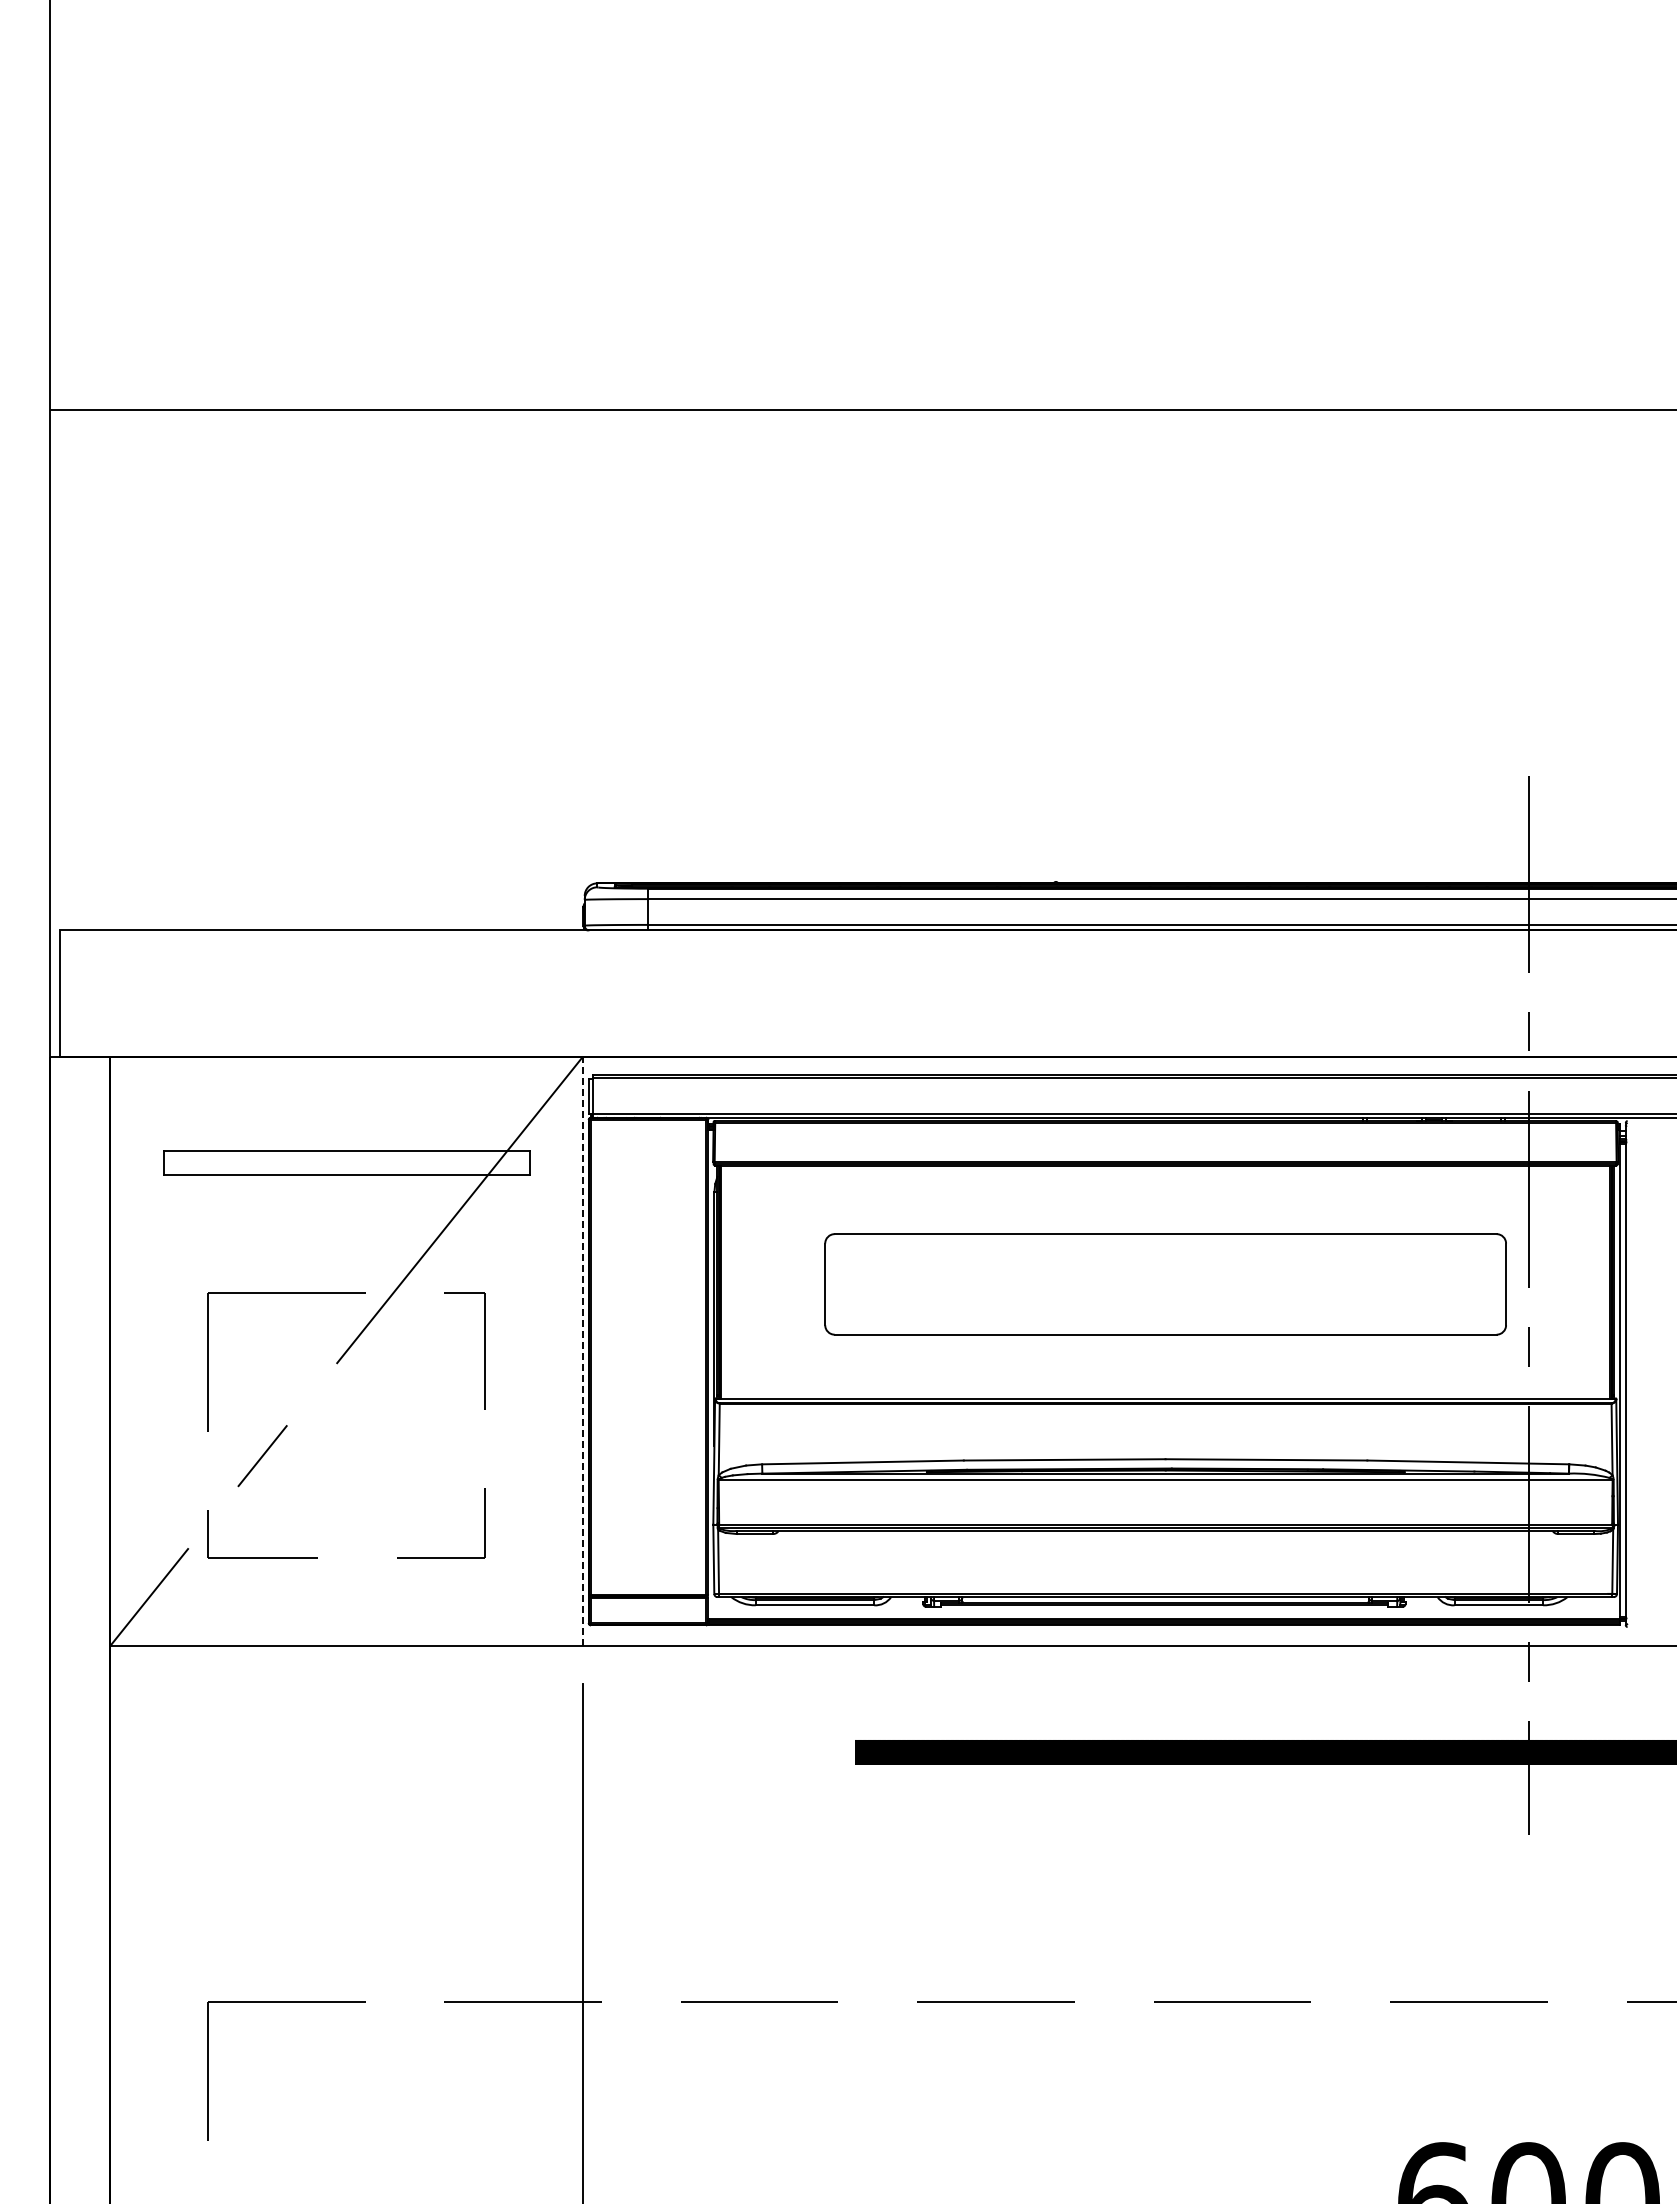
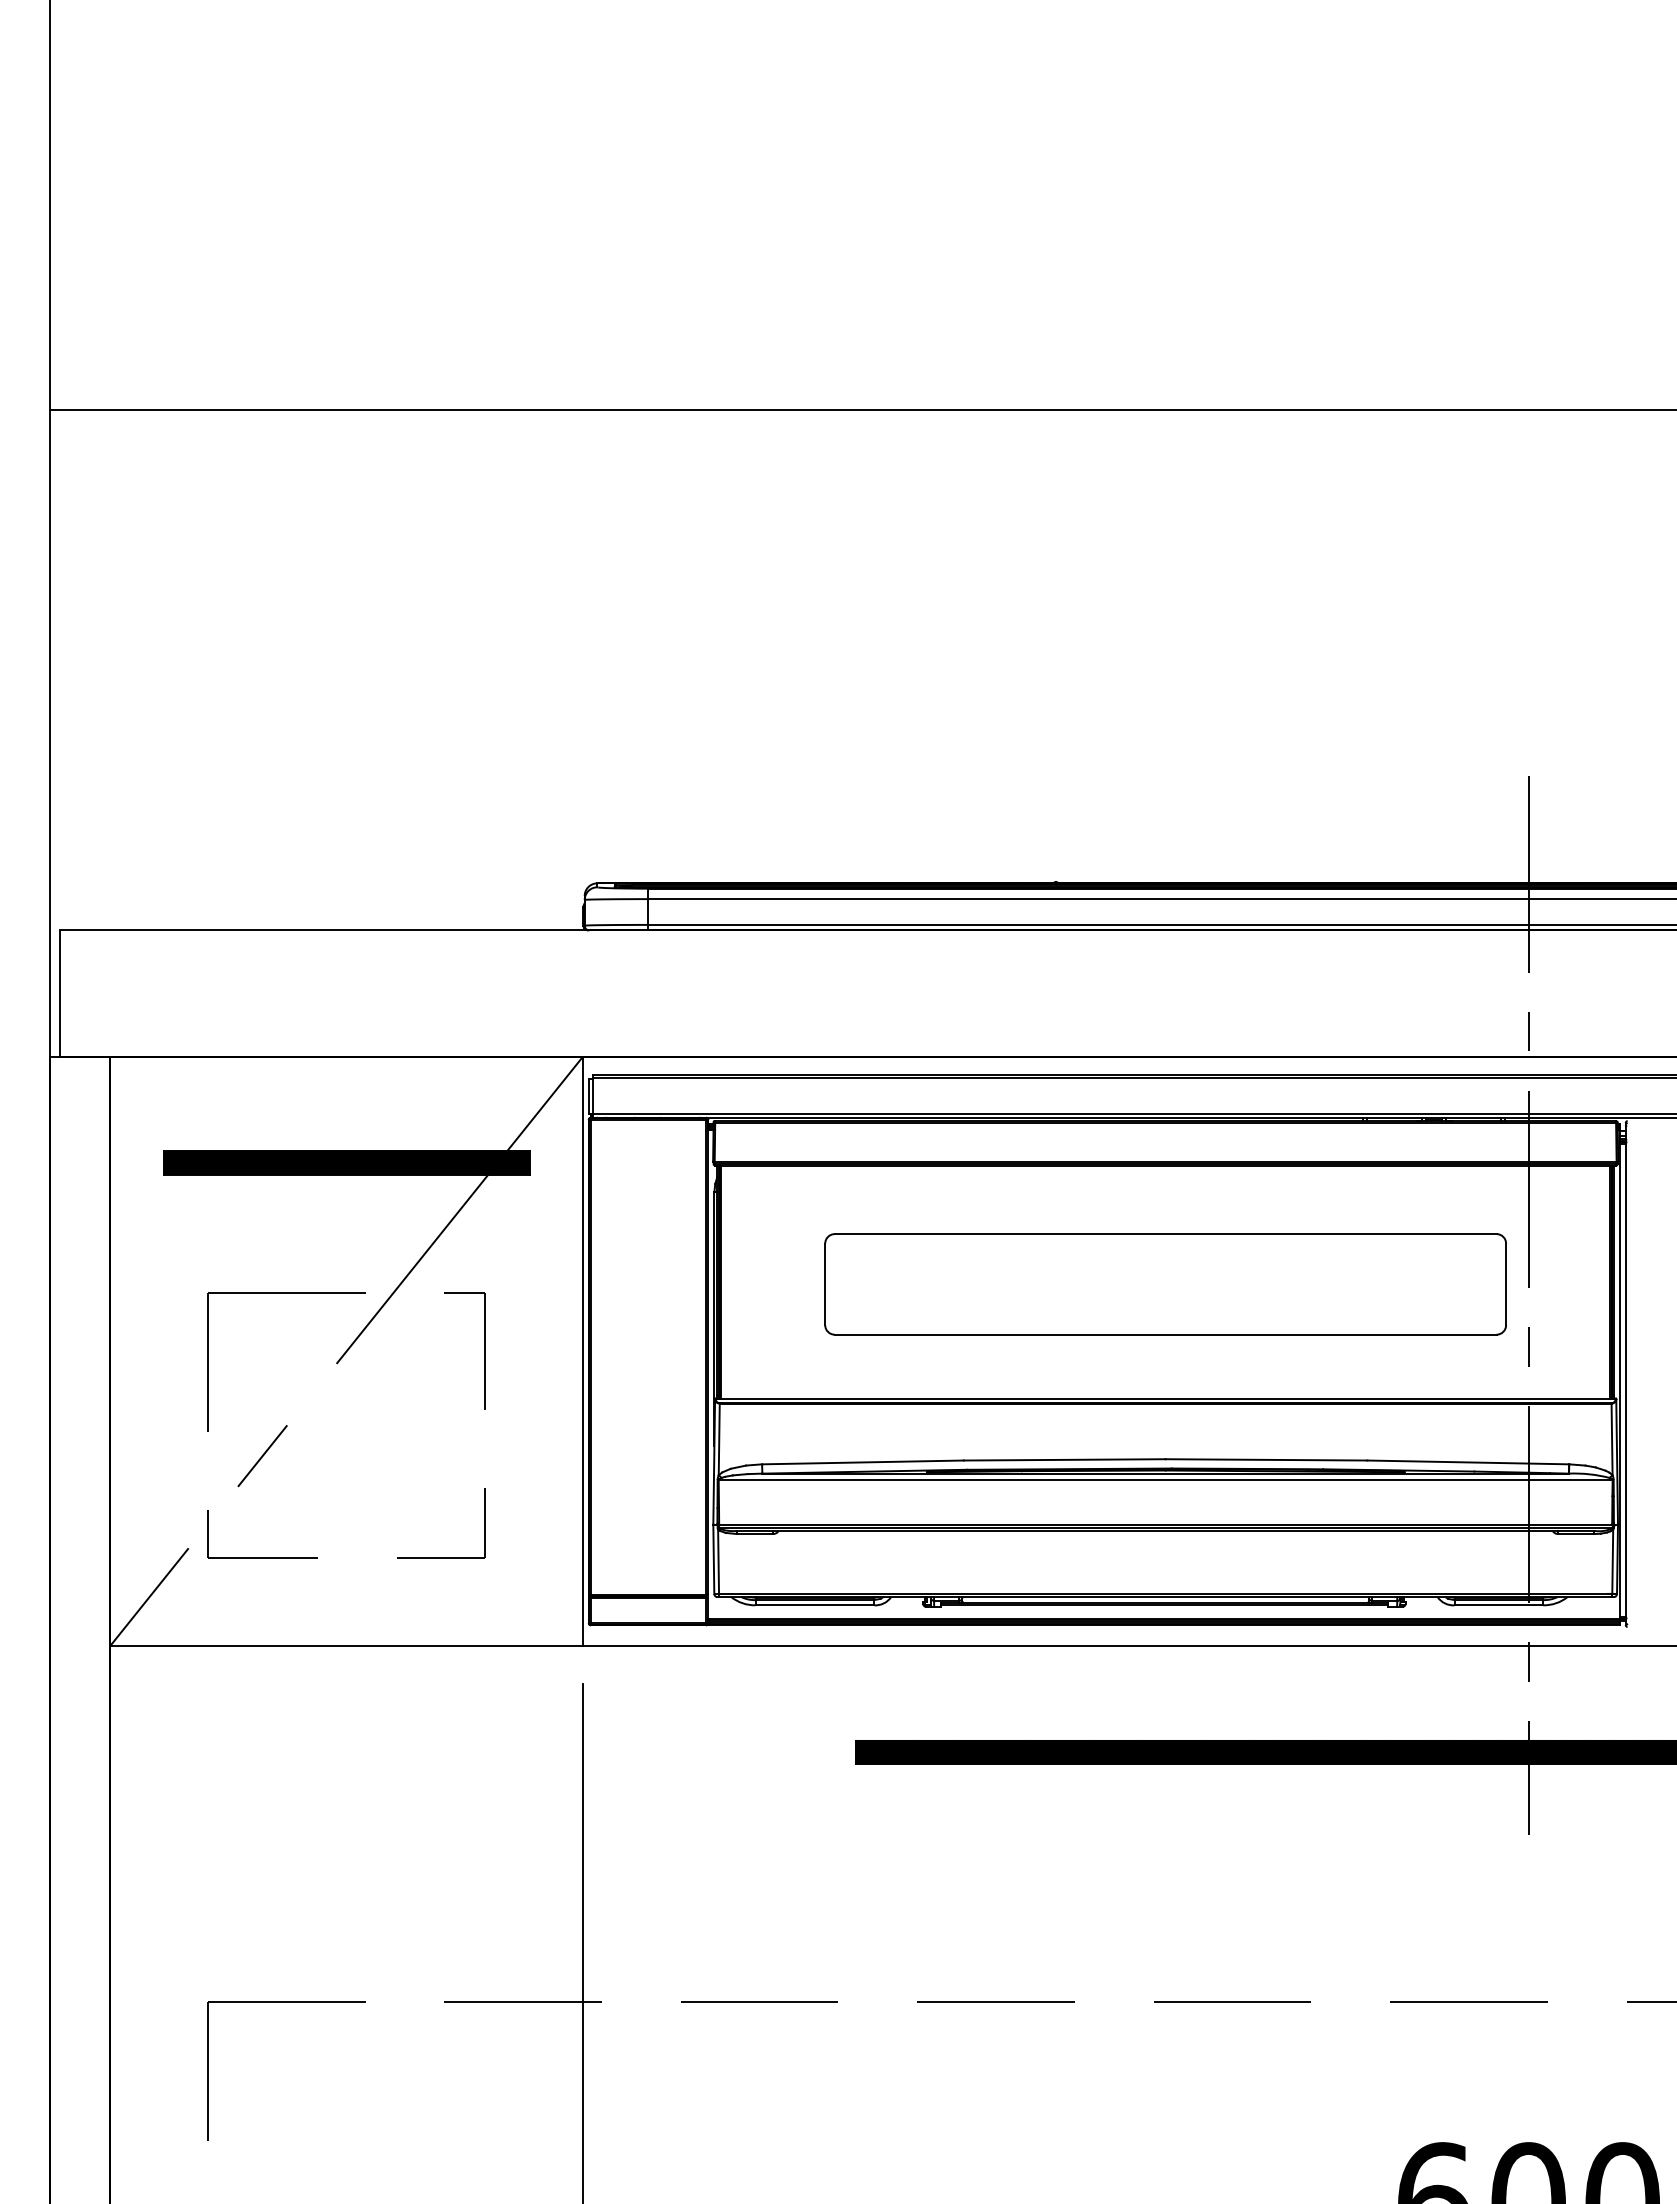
hatch at (346, 1162): none -> present
line at (583, 1351): dashed -> solid
